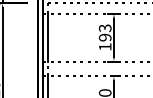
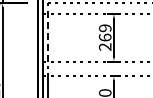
line at (47, 37): solid -> dashed
text at (104, 37): 193 -> 269
